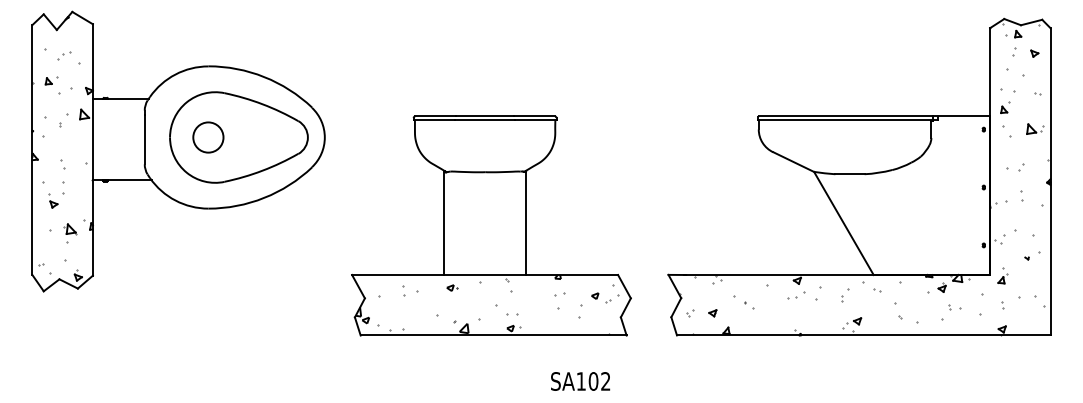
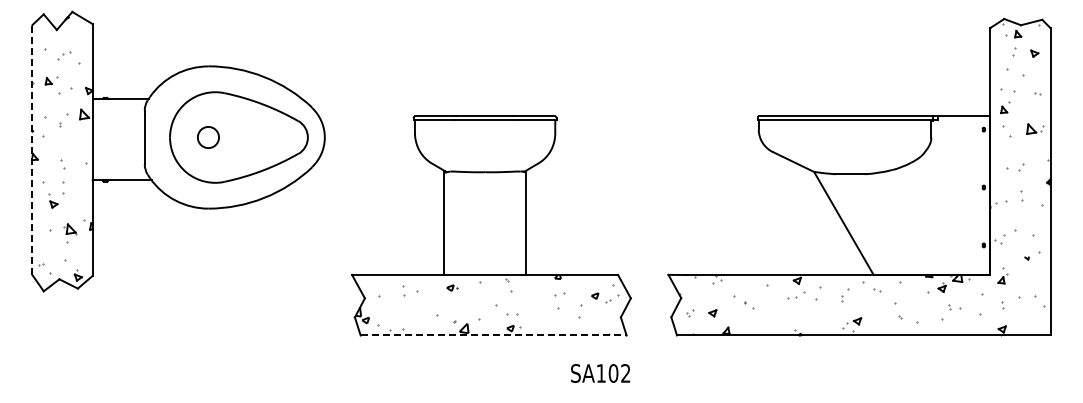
circle at (208, 137) size: 33x33 px -> 23x23 px
line at (32, 149): solid -> dashed
line at (493, 335): solid -> dashed
text at (580, 381) position: (580, 381) -> (600, 373)
